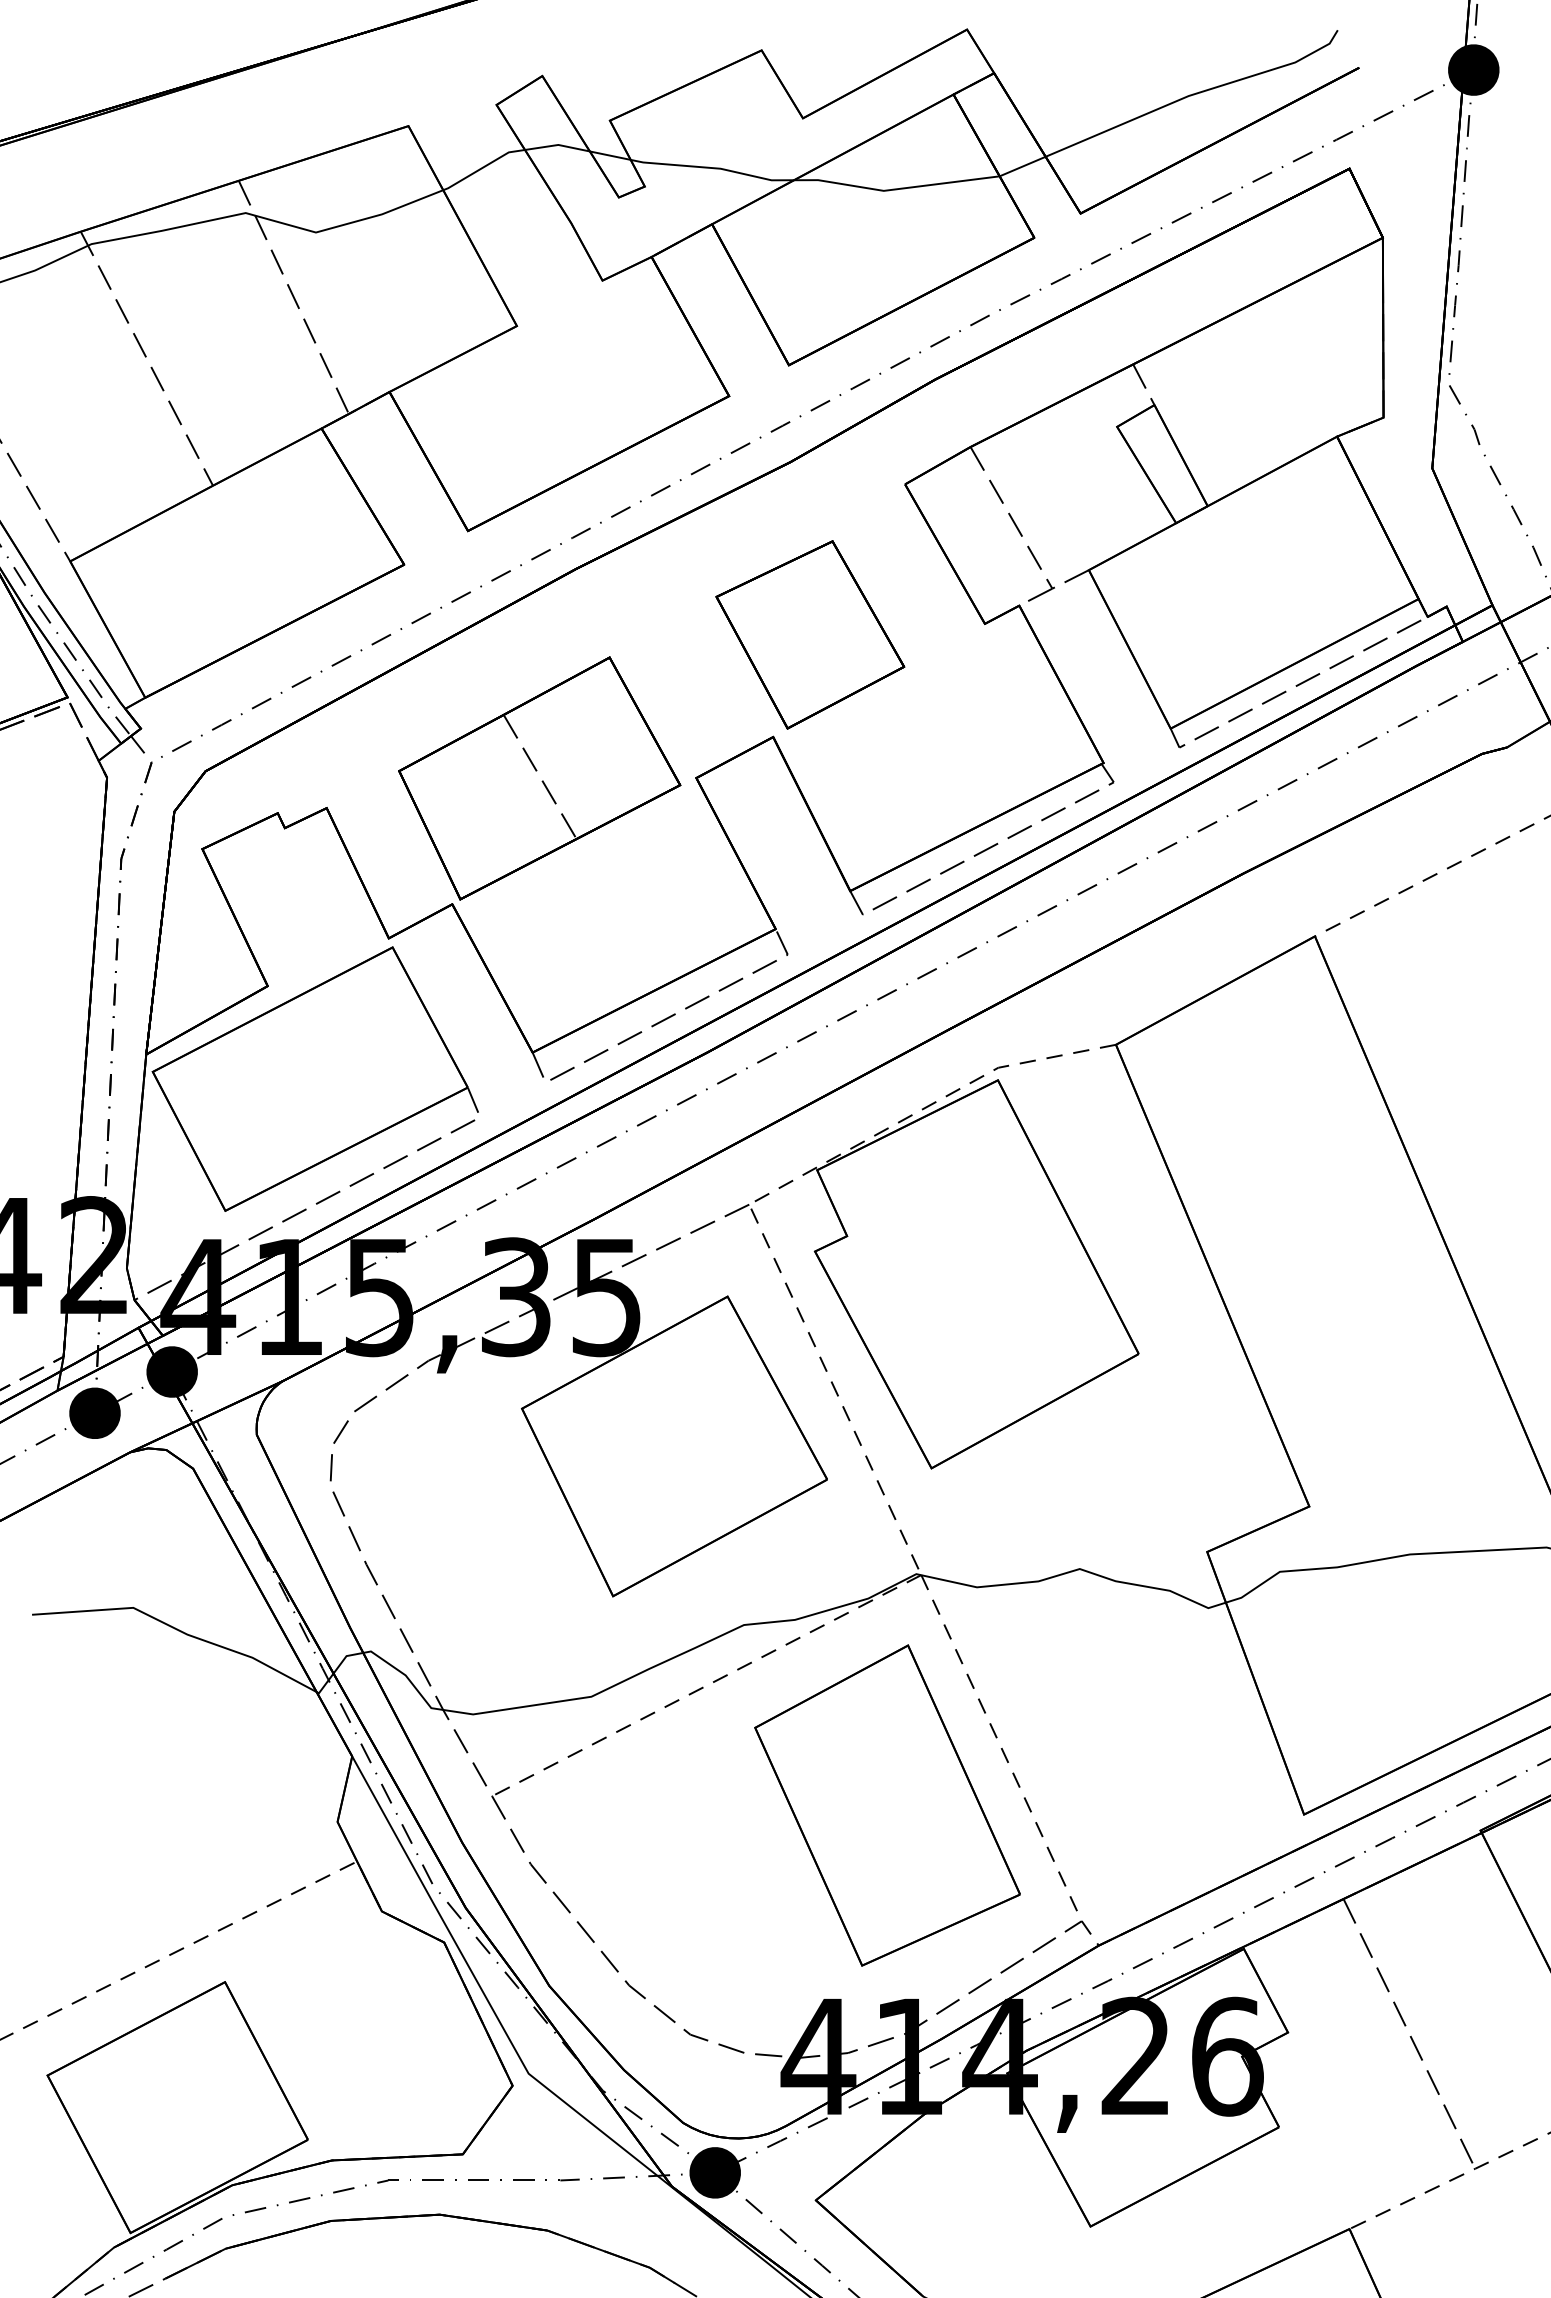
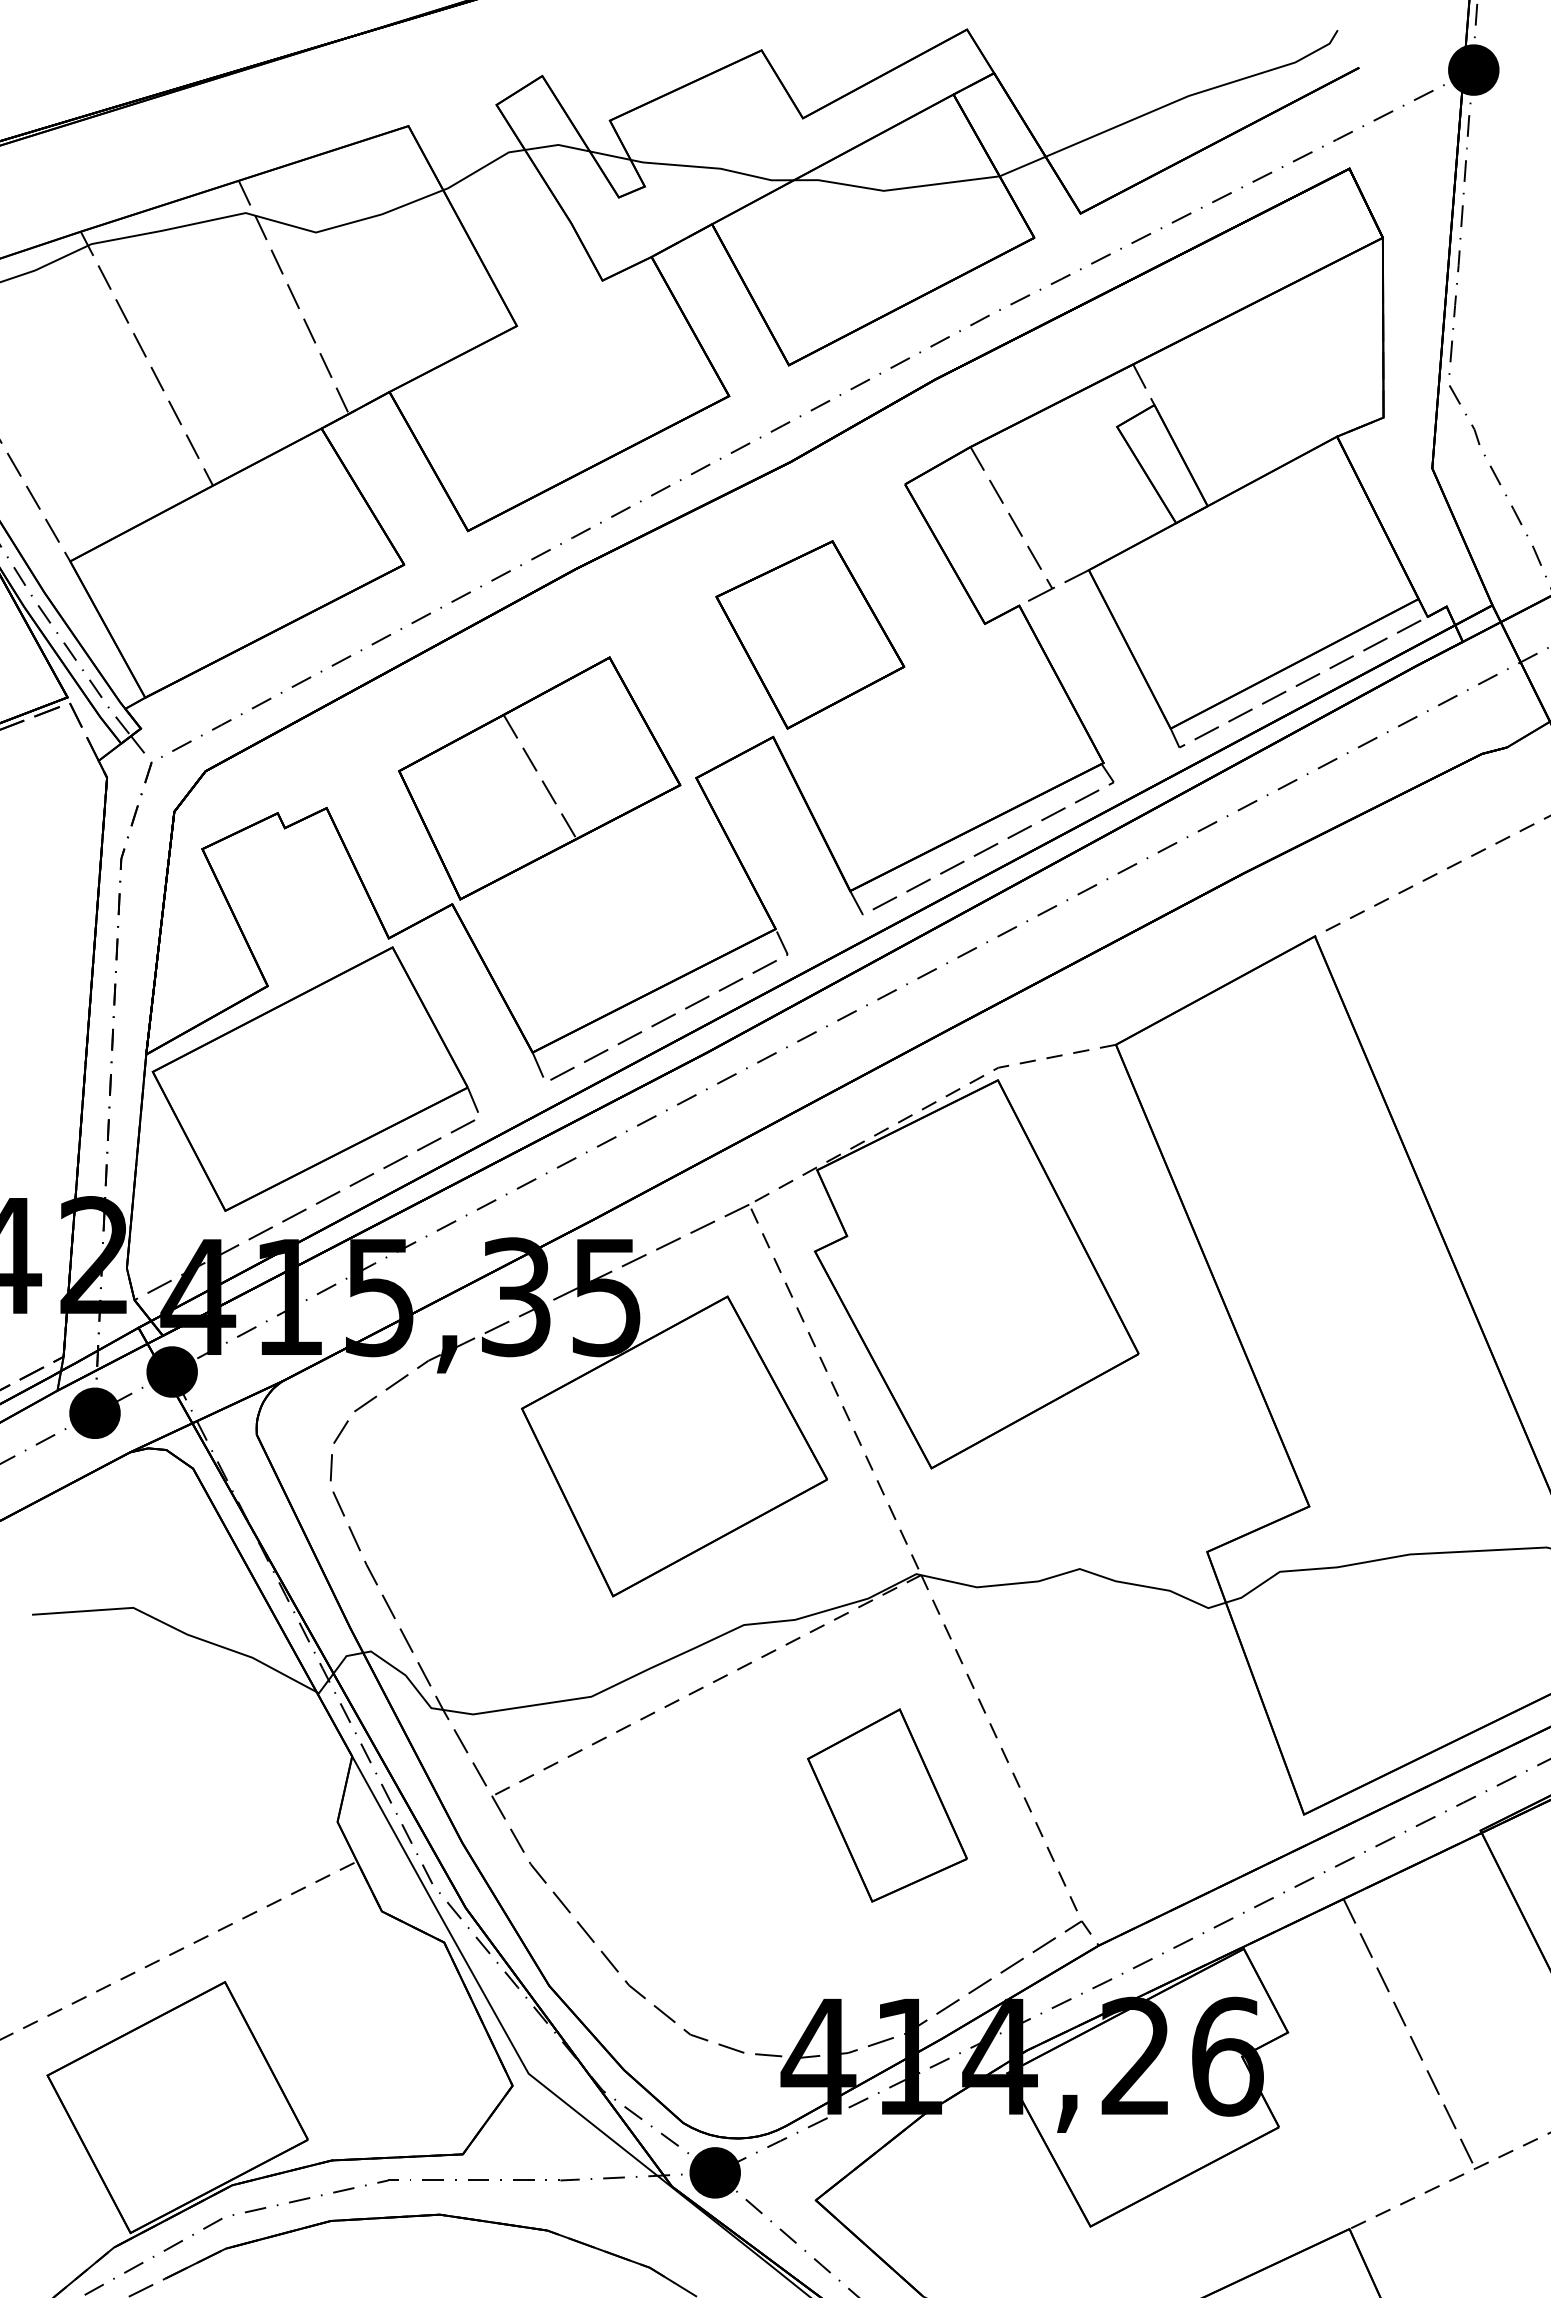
part at (887, 1805) size: 267x323 px -> 161x195 px
